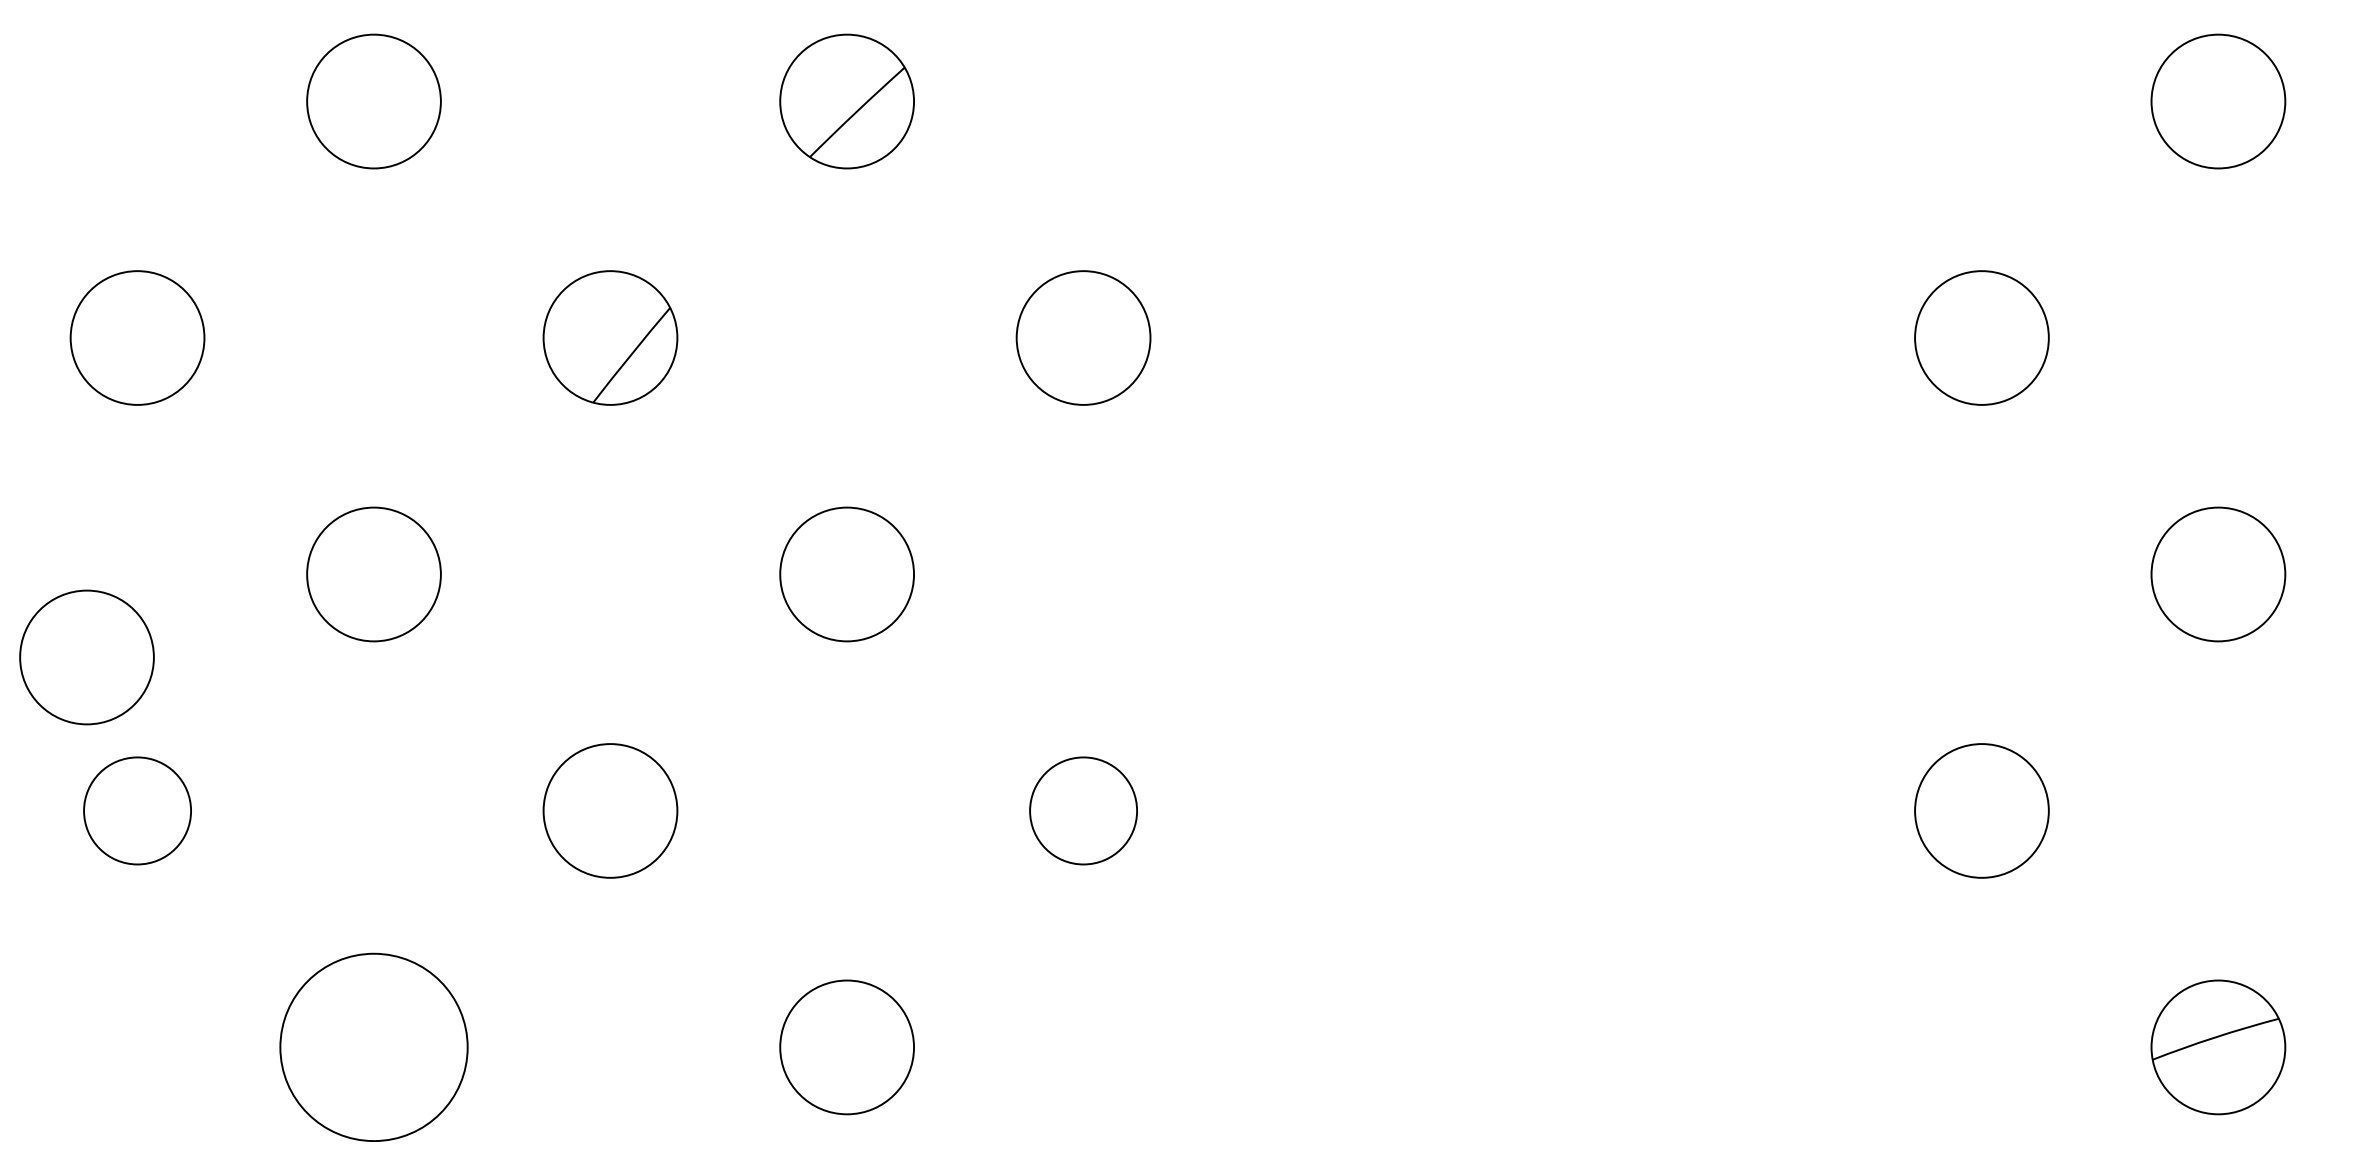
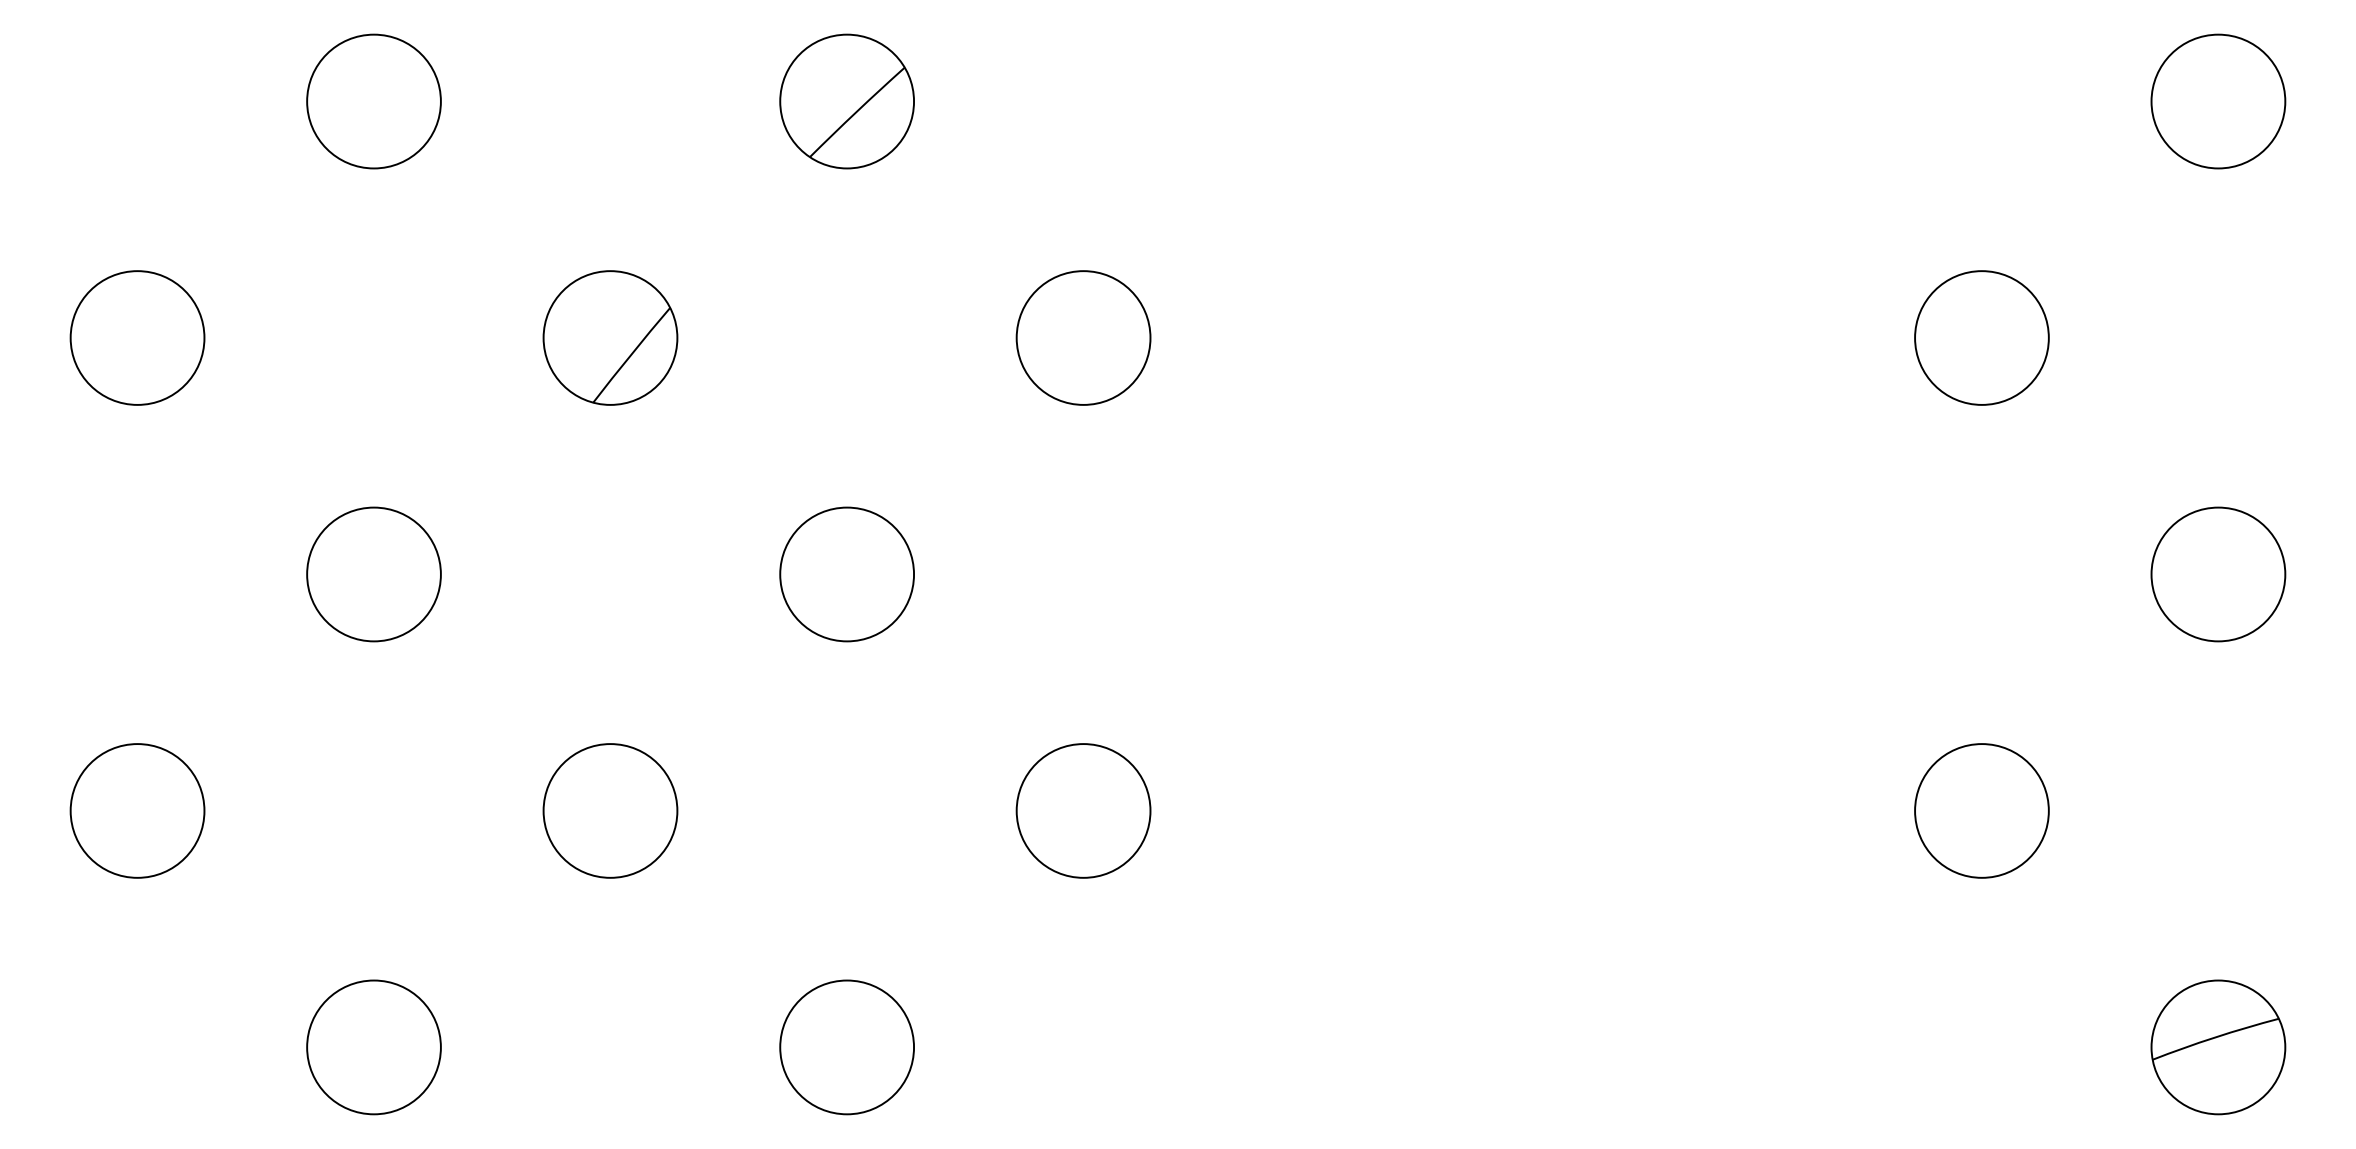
circle at (86, 657): present -> none
circle at (137, 810) diameter: 107 px -> 134 px
circle at (1083, 810) diameter: 107 px -> 134 px
circle at (373, 1047) diameter: 187 px -> 134 px
